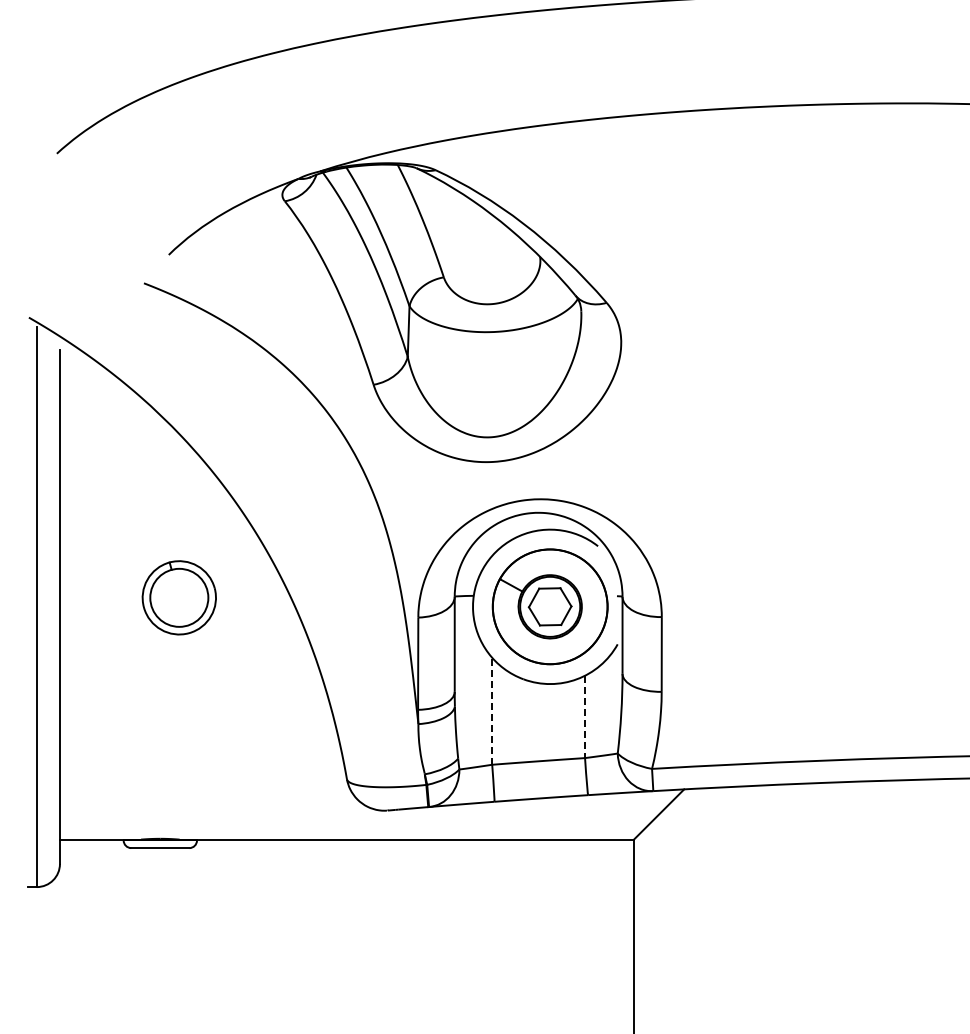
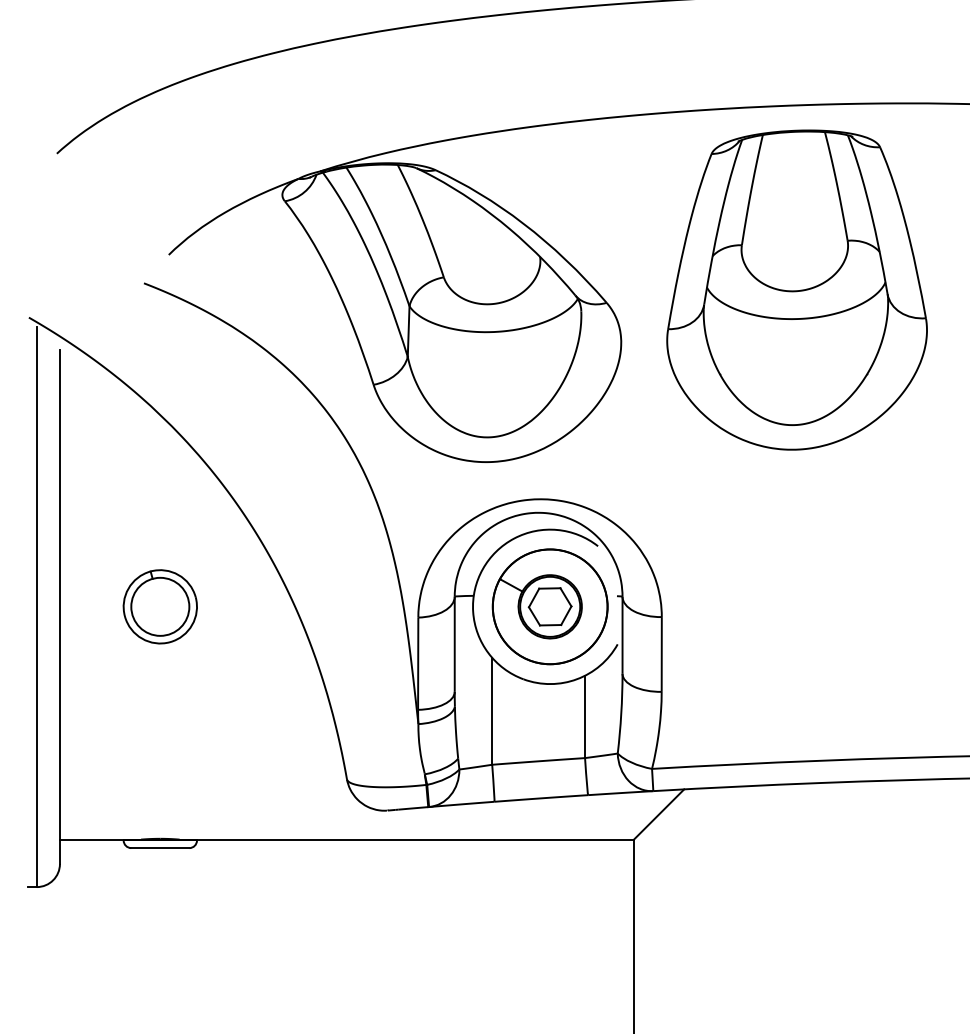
part at (796, 289): none -> present
part at (178, 597) position: (178, 597) -> (159, 606)
line at (492, 710): dashed -> solid
line at (585, 717): dashed -> solid
